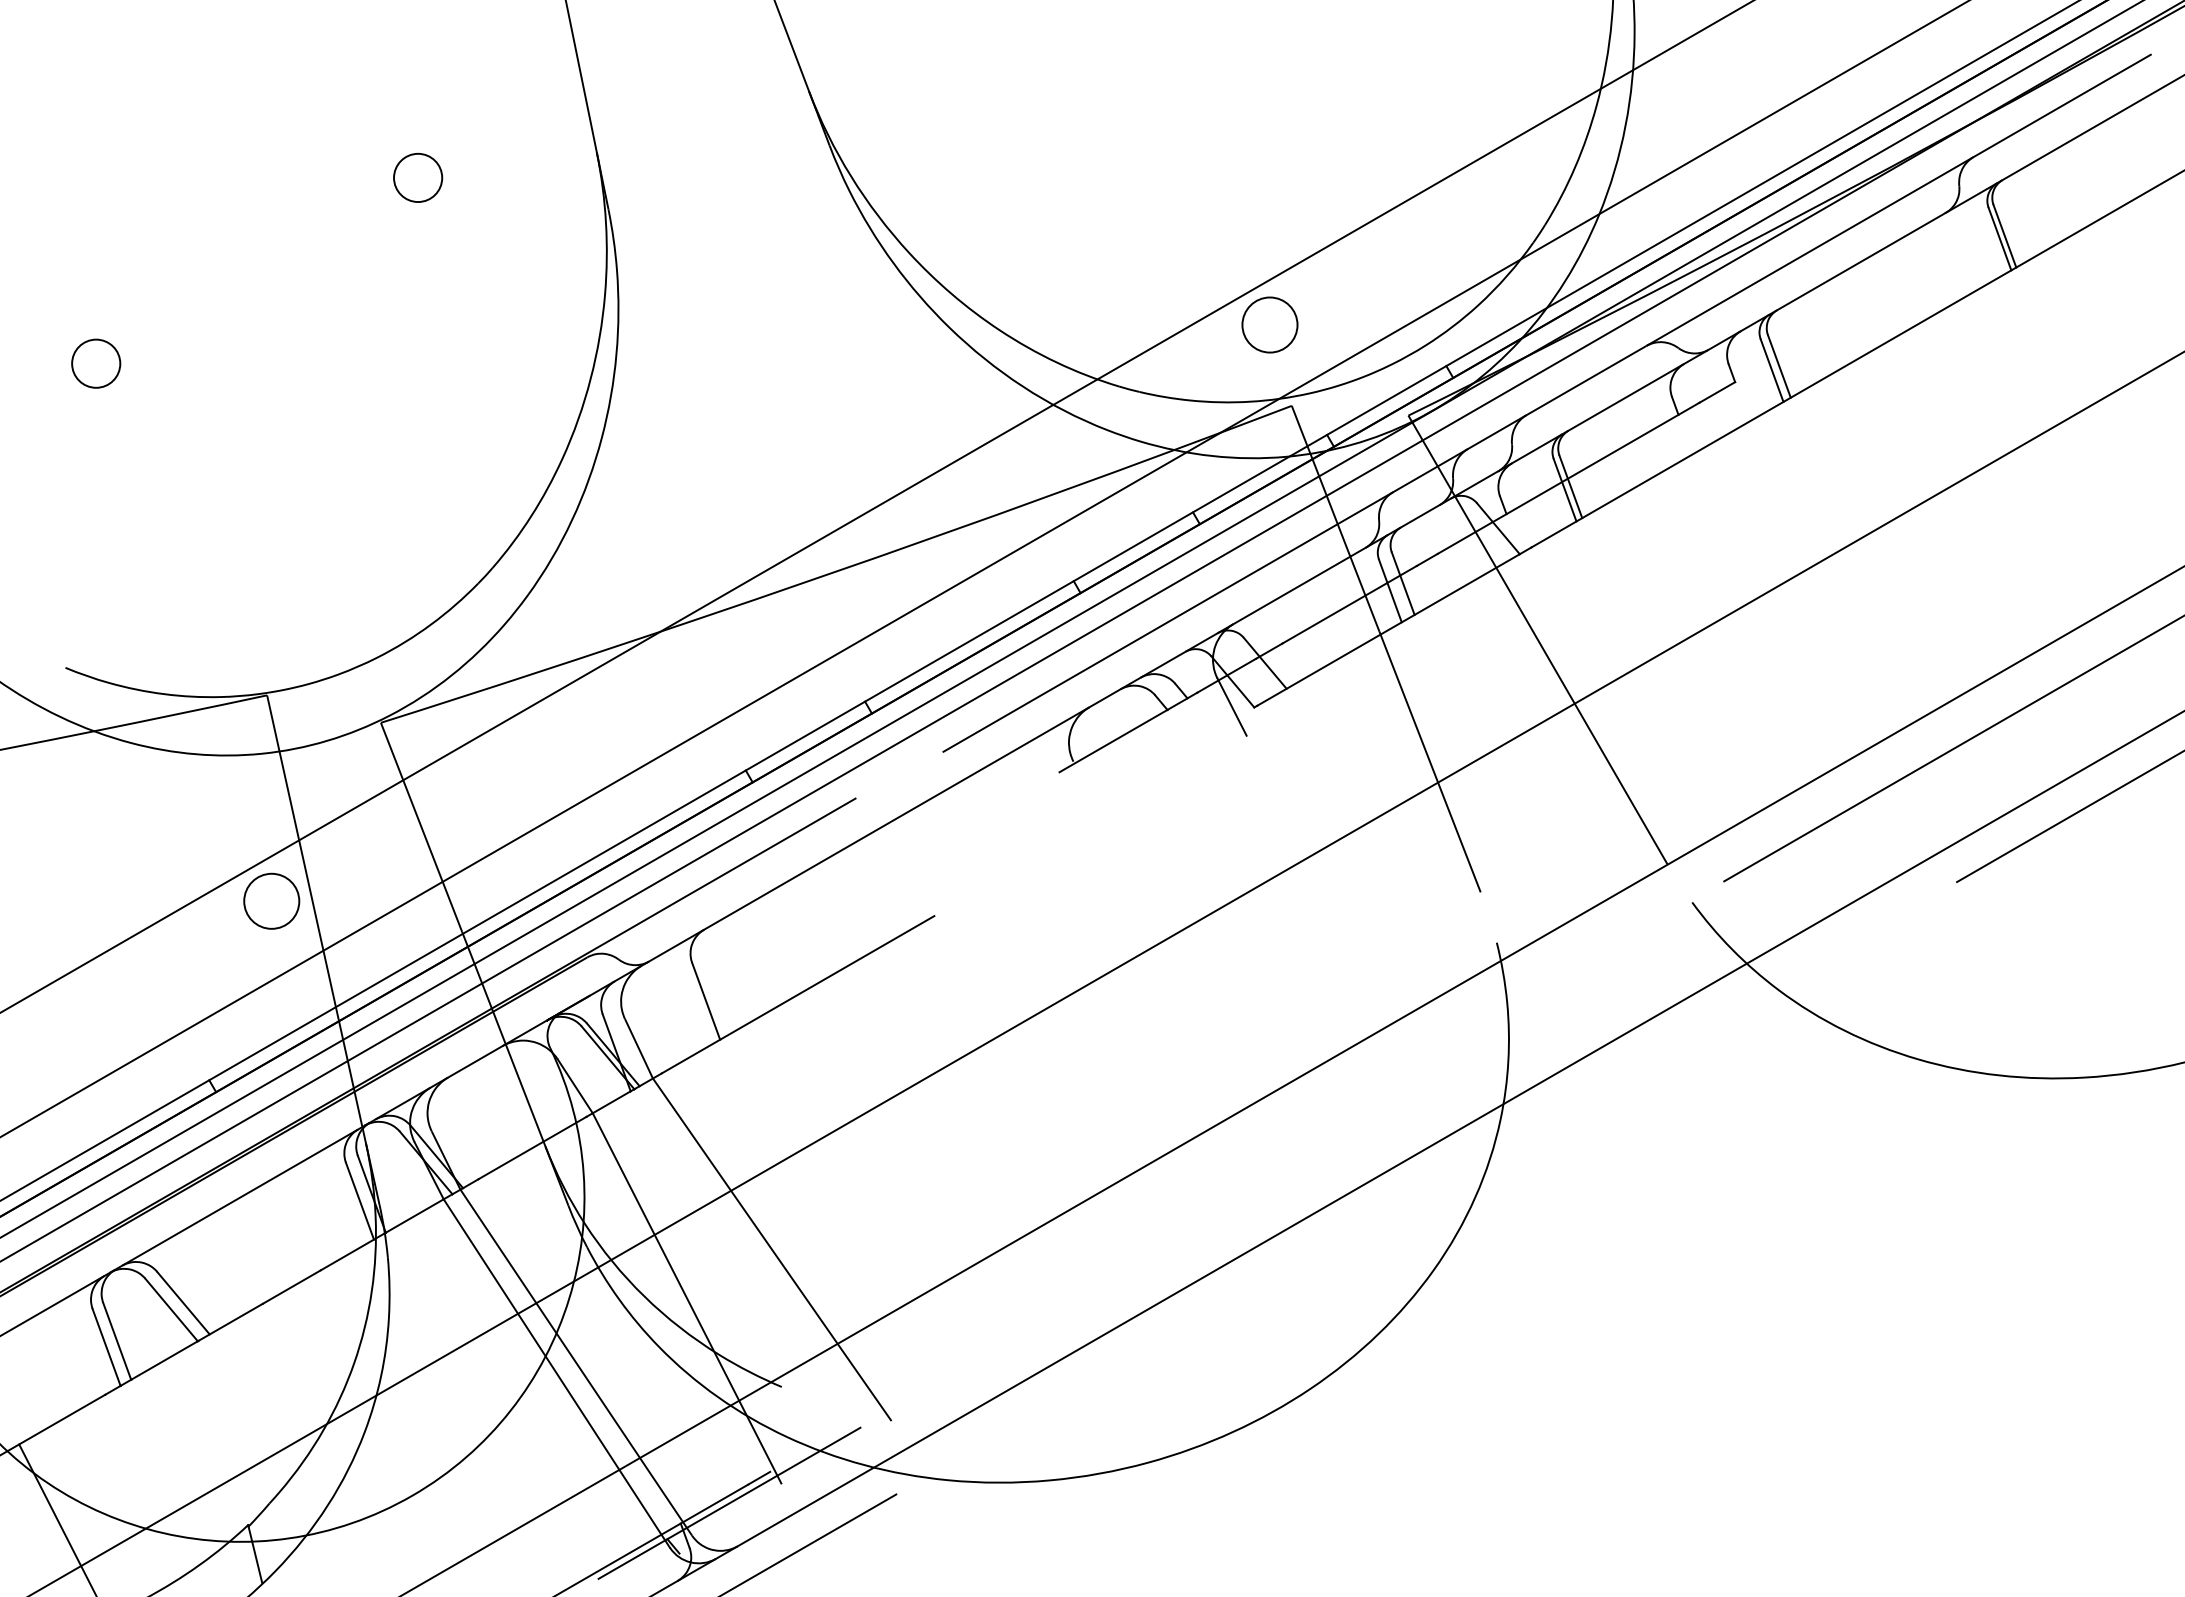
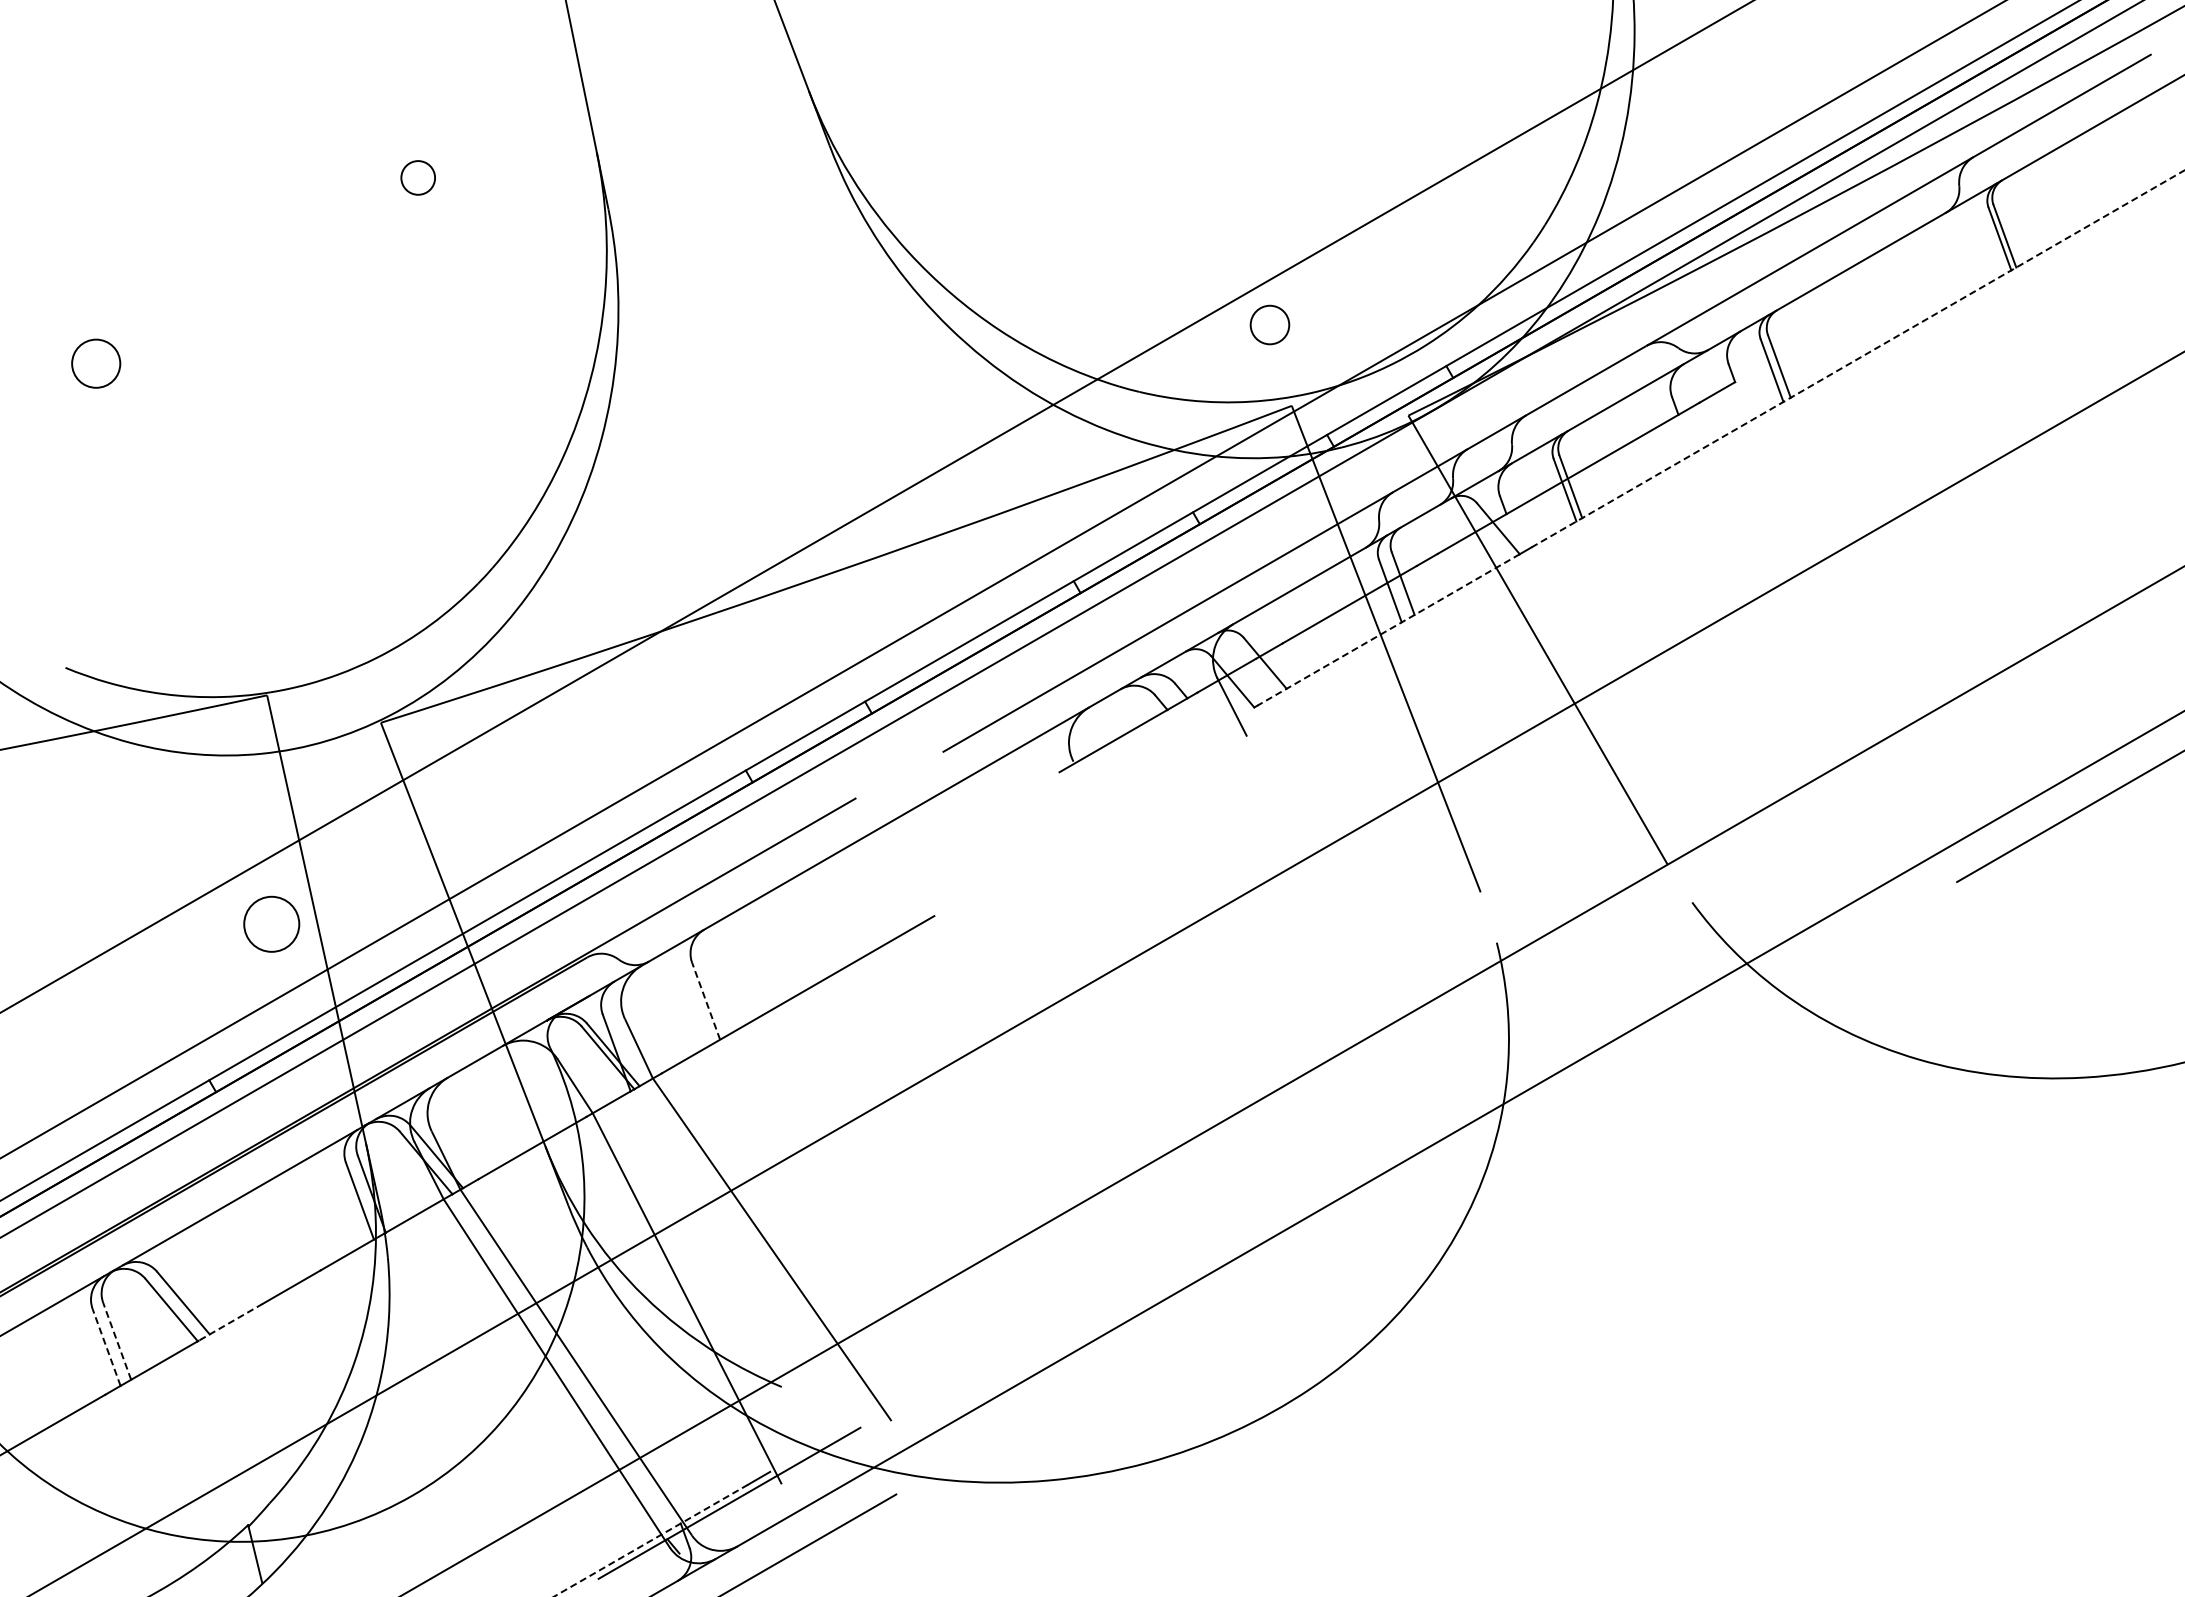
circle at (418, 177) size: 51x50 px -> 36x36 px
circle at (1269, 324) diameter: 55 px -> 39 px
line at (1858, 358): solid -> dashed
line at (984, 569) position: (984, 569) -> (1002, 579)
line at (1388, 629): solid -> dashed
line at (1091, 631): present -> none
line at (1952, 749): present -> none
circle at (271, 900) position: (271, 900) -> (271, 923)
line at (706, 1001): solid -> dashed
line at (230, 1322): solid -> dashed
line at (117, 1341): solid -> dashed
line at (106, 1347): solid -> dashed
line at (57, 1518): present -> none
line at (651, 1540): solid -> dashed
